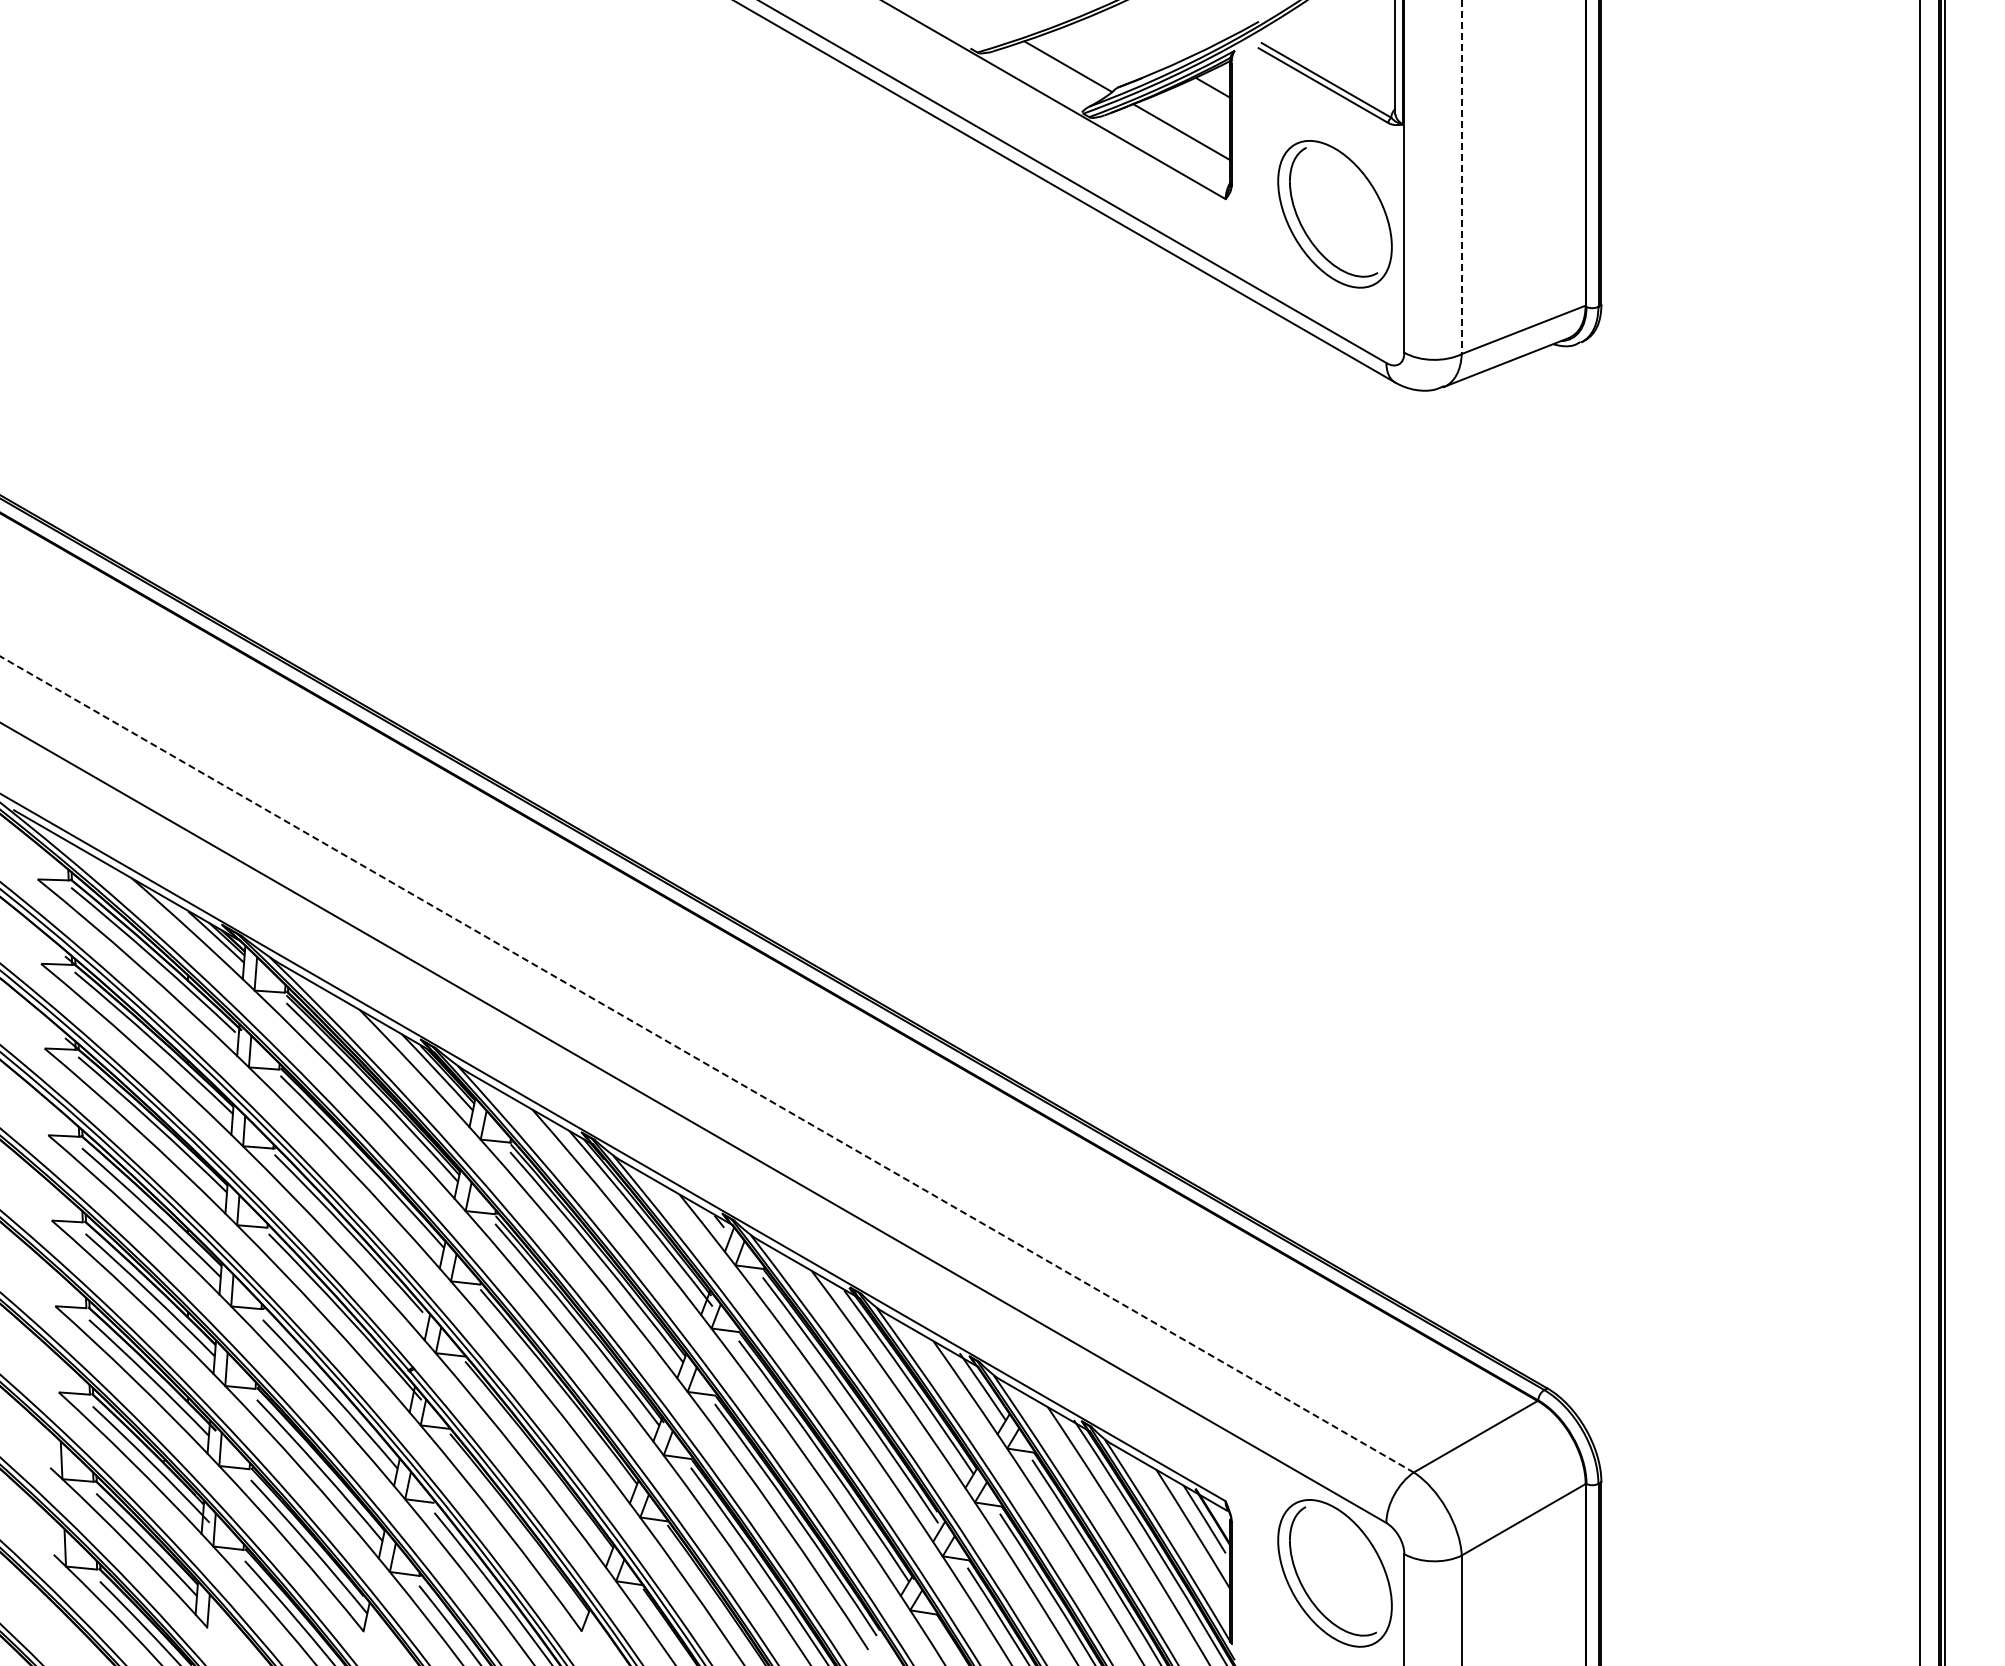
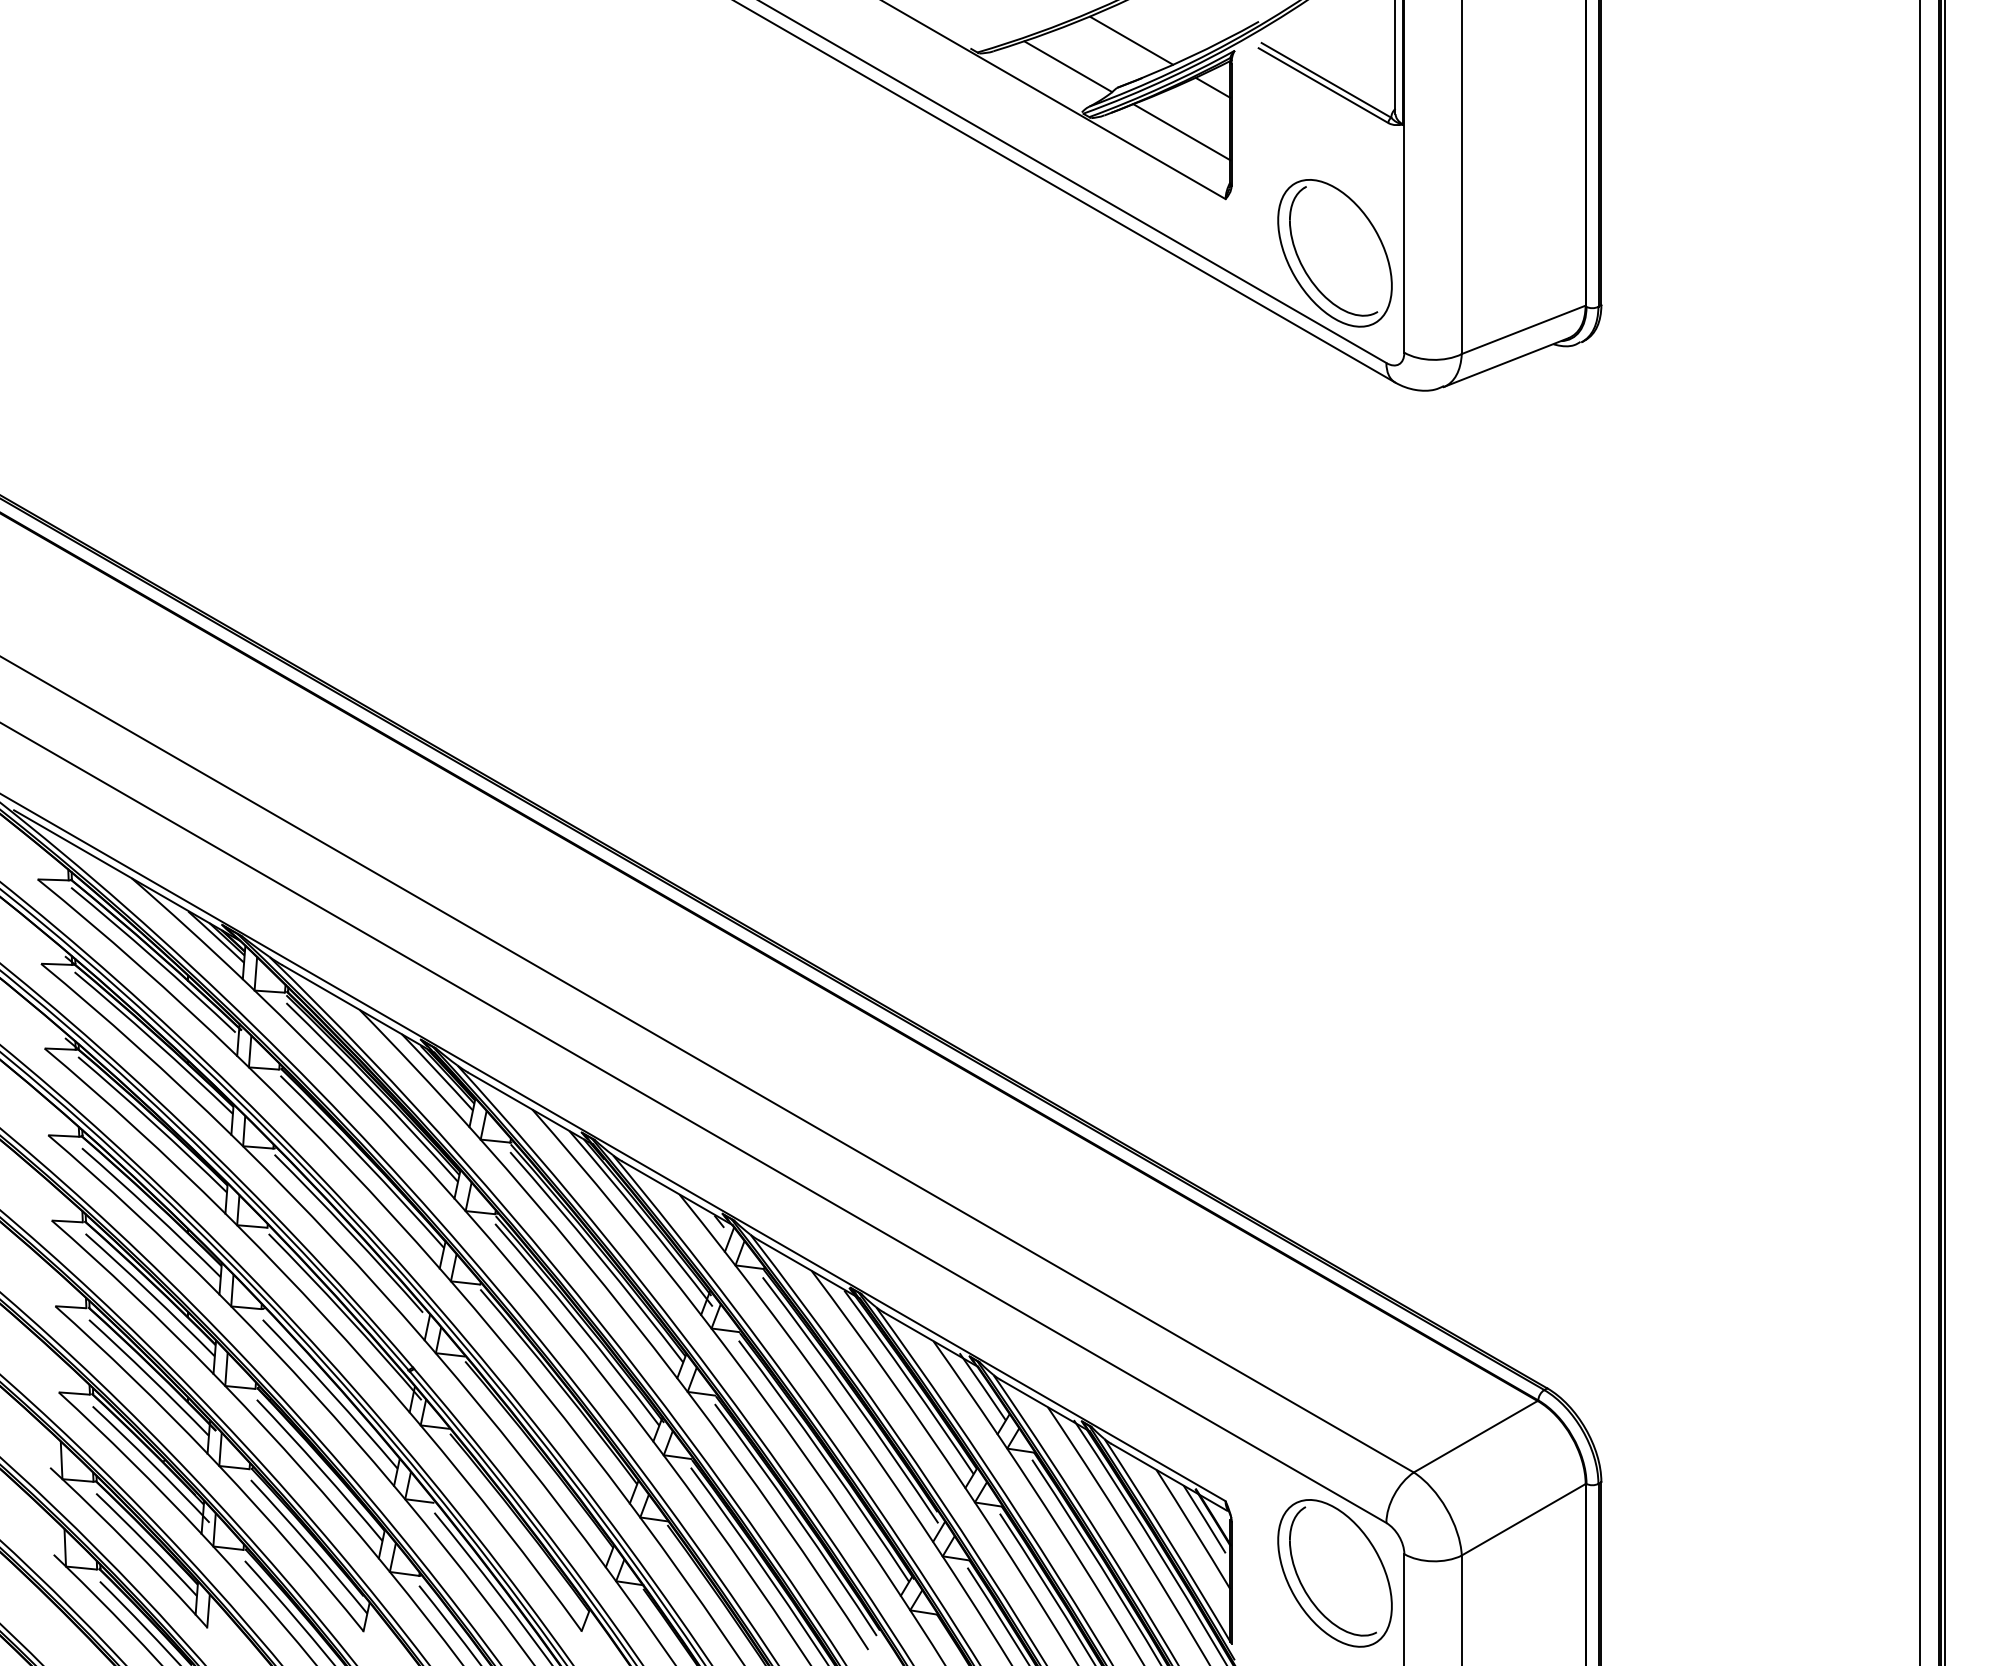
line at (1131, 40): none -> present
line at (1461, 177): dashed -> solid
part at (1334, 214) position: (1334, 214) -> (1334, 253)
line at (707, 1064): dashed -> solid
